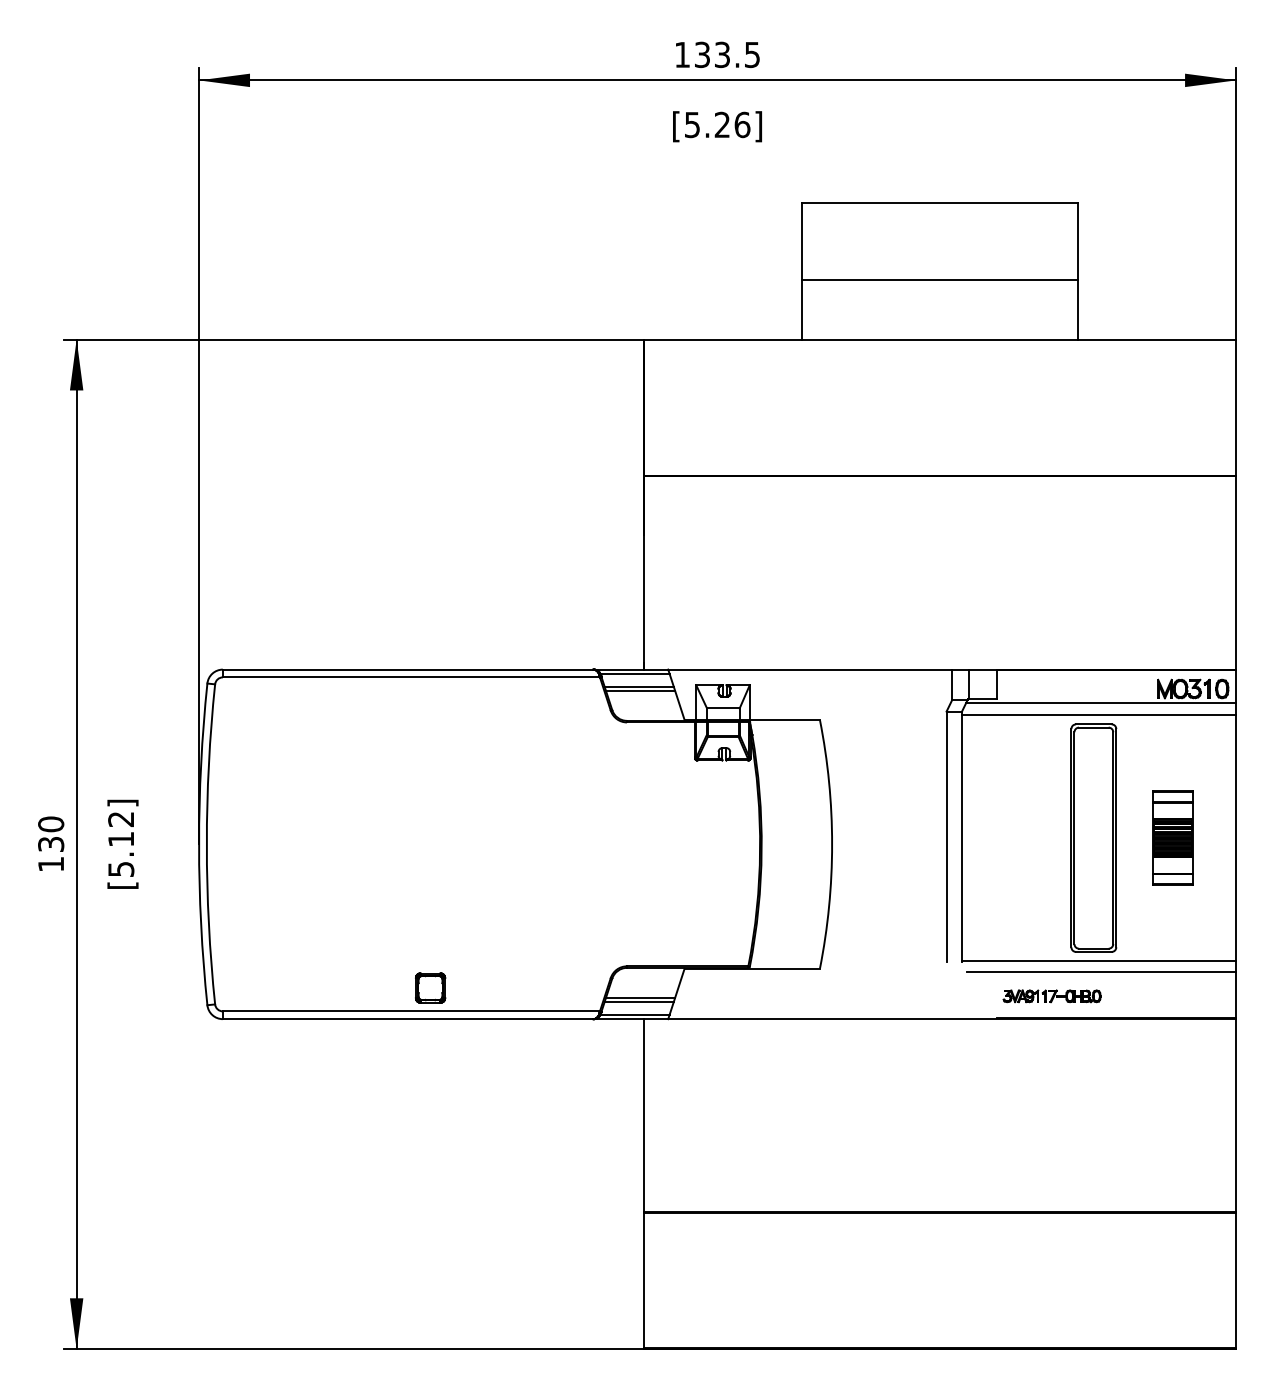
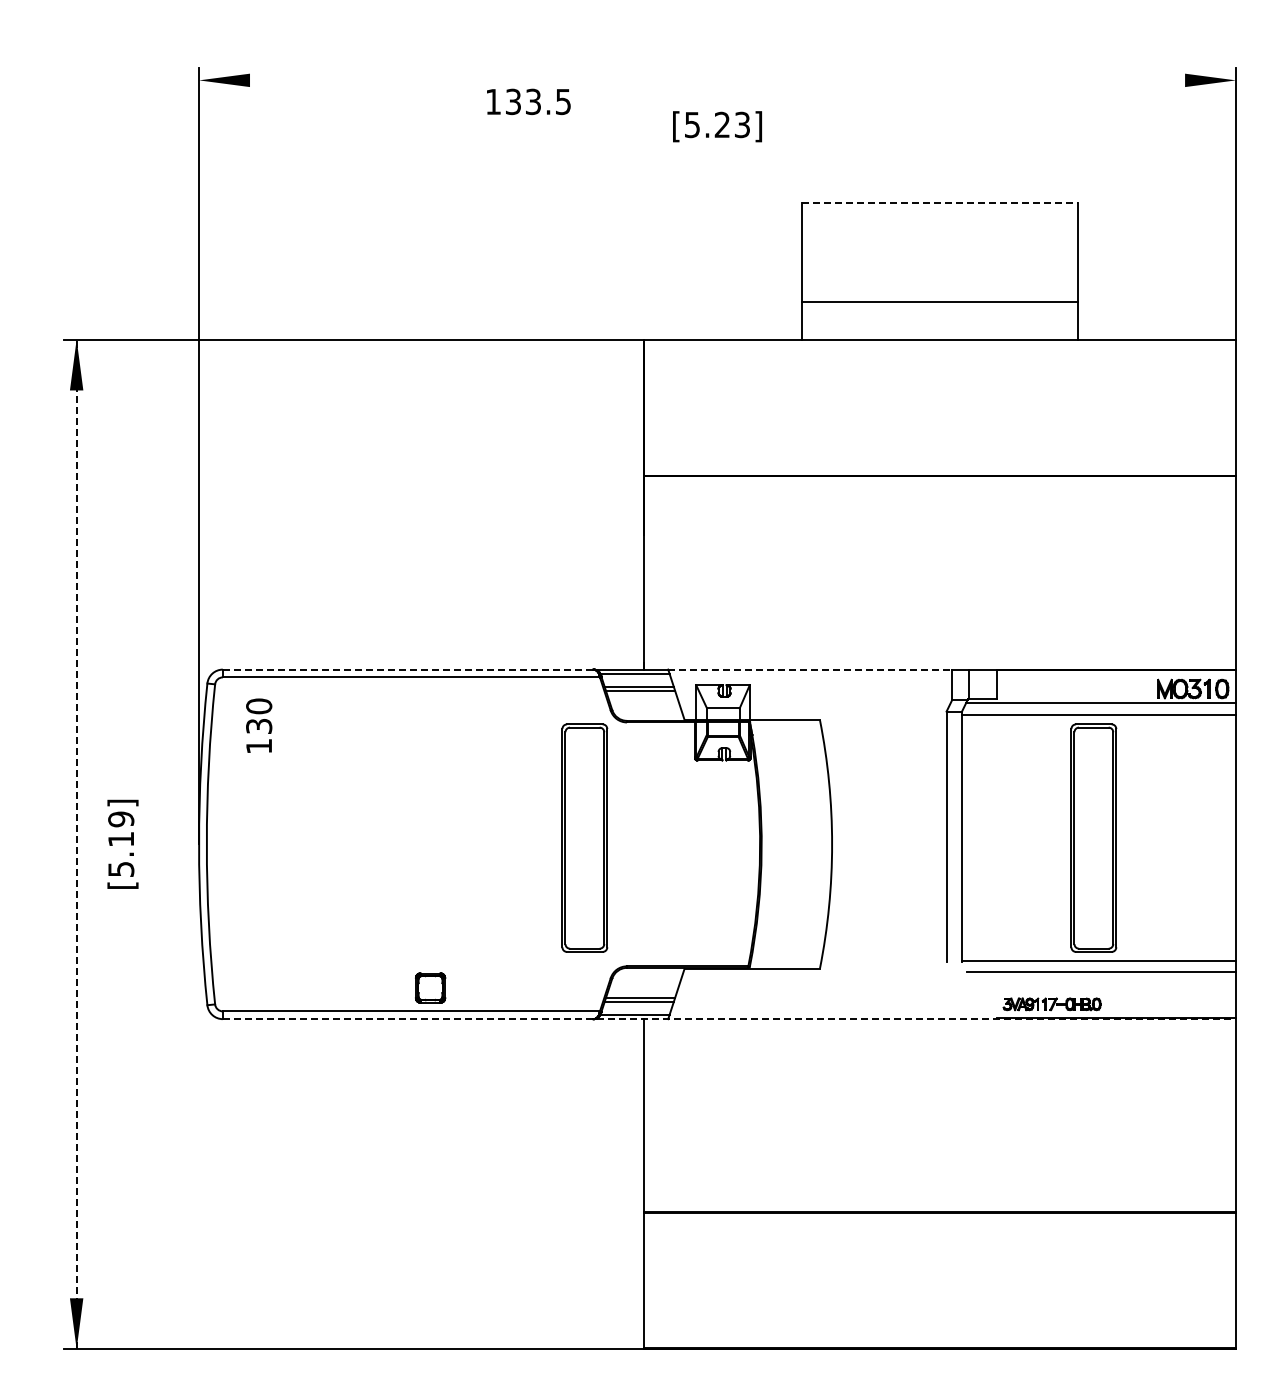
text at (717, 54) position: (717, 54) -> (528, 101)
line at (717, 80): present -> none
text at (742, 124): [5.26] -> [5.23]
line at (940, 202): solid -> dashed
line at (939, 280) position: (939, 280) -> (939, 302)
line at (408, 669): solid -> dashed
line at (810, 669): solid -> dashed
text at (121, 819): [5.12] -> [5.19]
part at (584, 837): none -> present
part at (1172, 837): present -> none
text at (51, 843) position: (51, 843) -> (259, 725)
line at (76, 844): solid -> dashed
part at (1051, 996) position: (1051, 996) -> (1051, 1004)
line at (729, 1019): solid -> dashed
